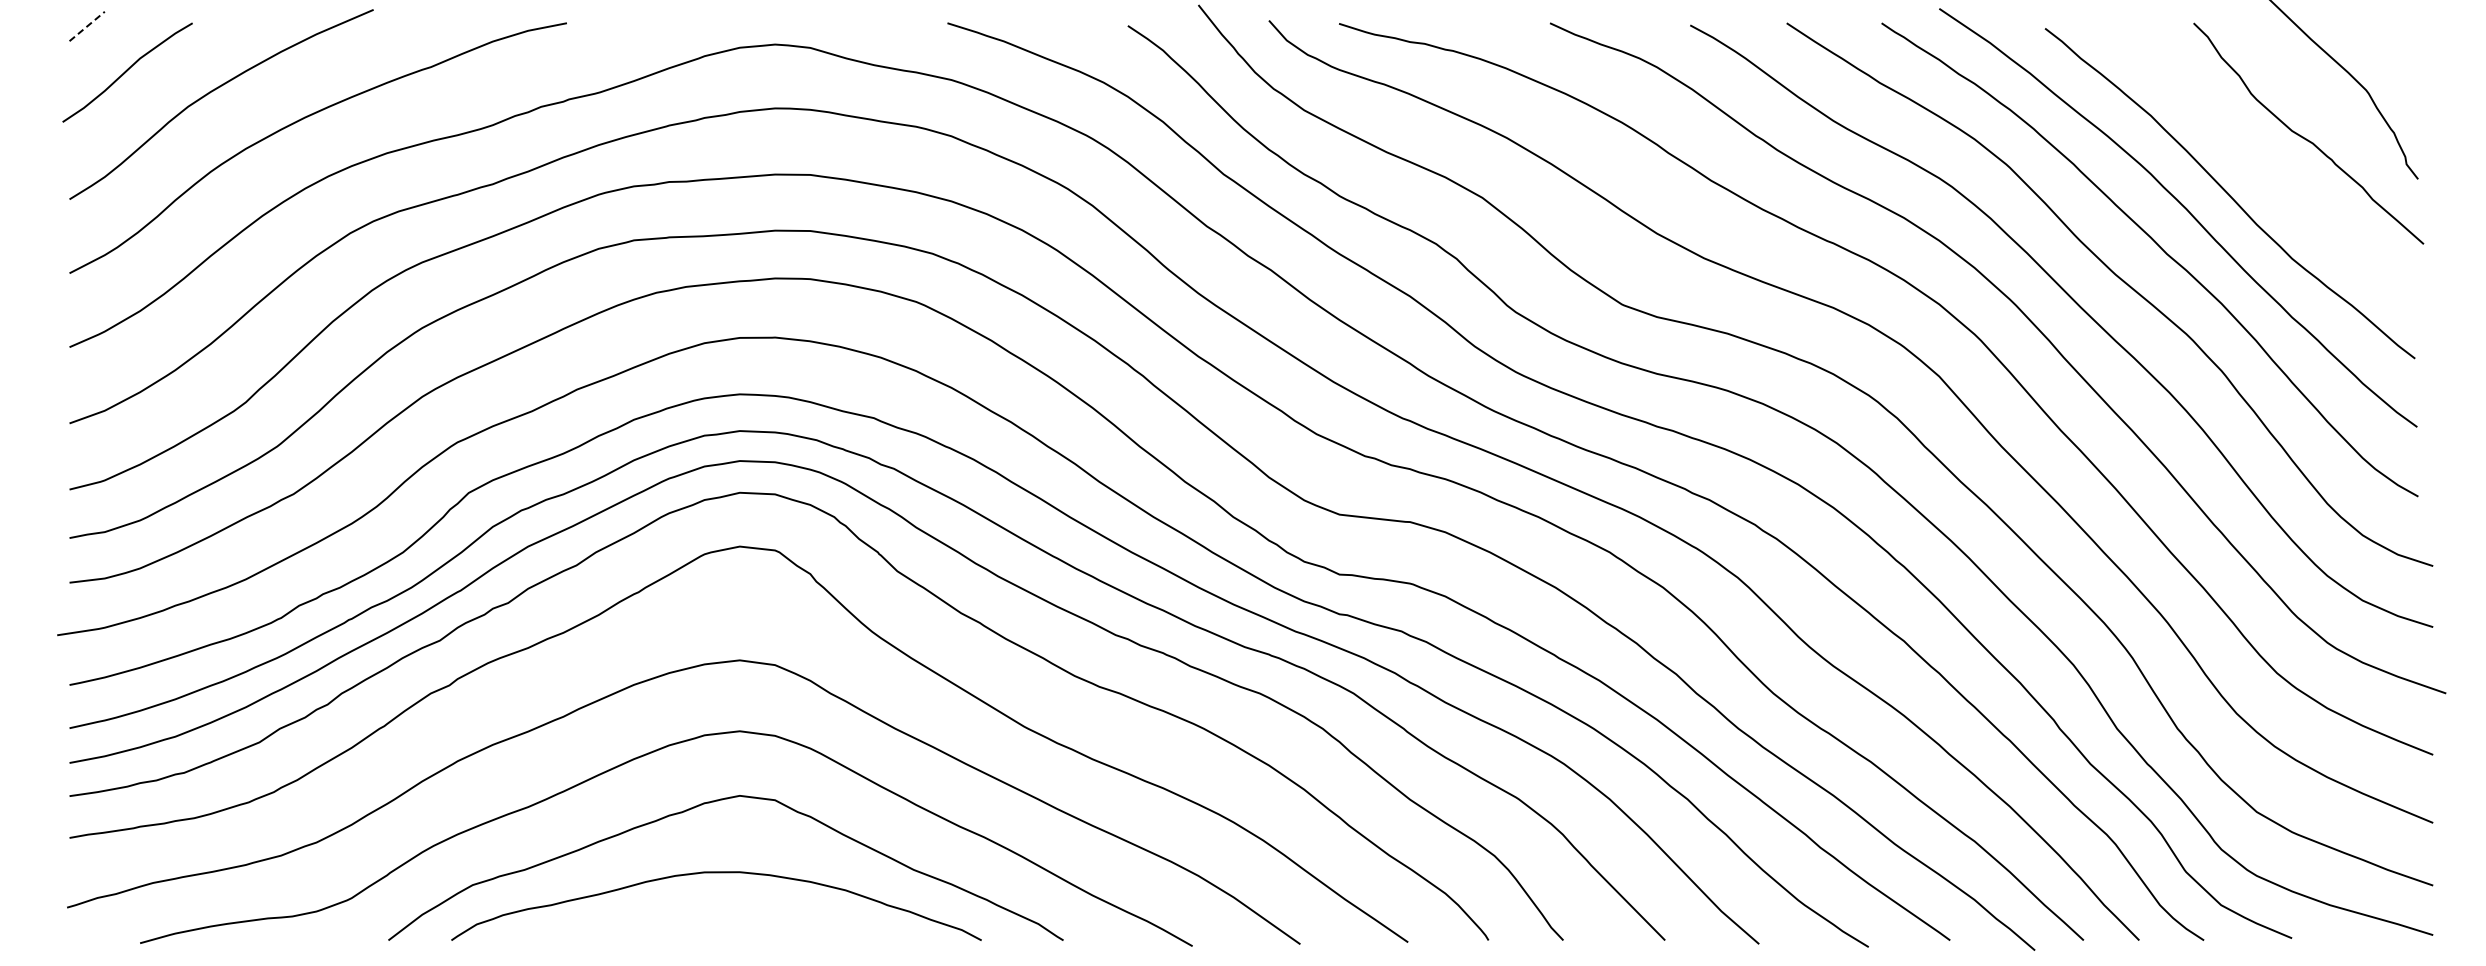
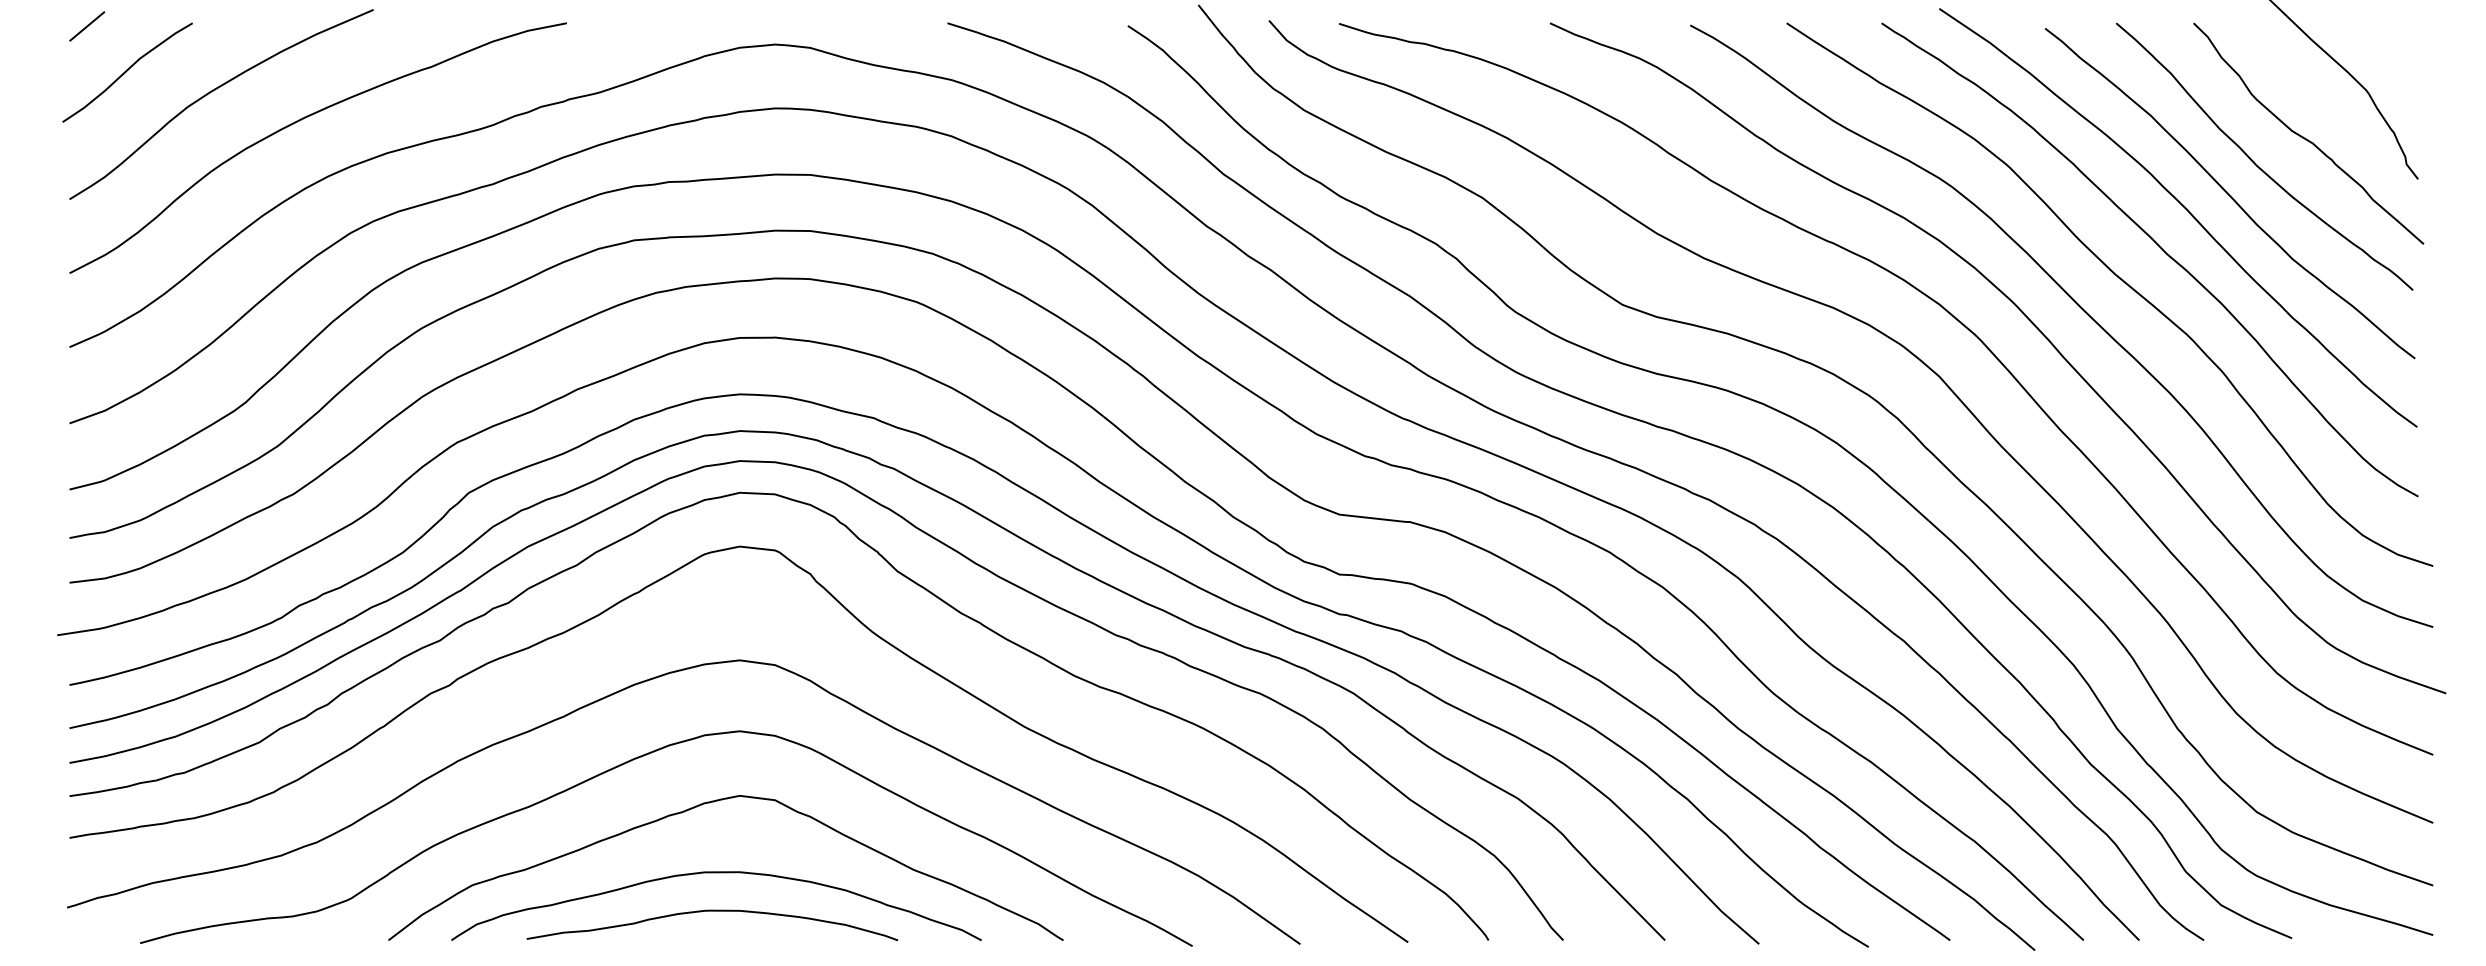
line at (87, 26): dashed -> solid
curve at (2256, 163): none -> present
curve at (712, 911): none -> present
